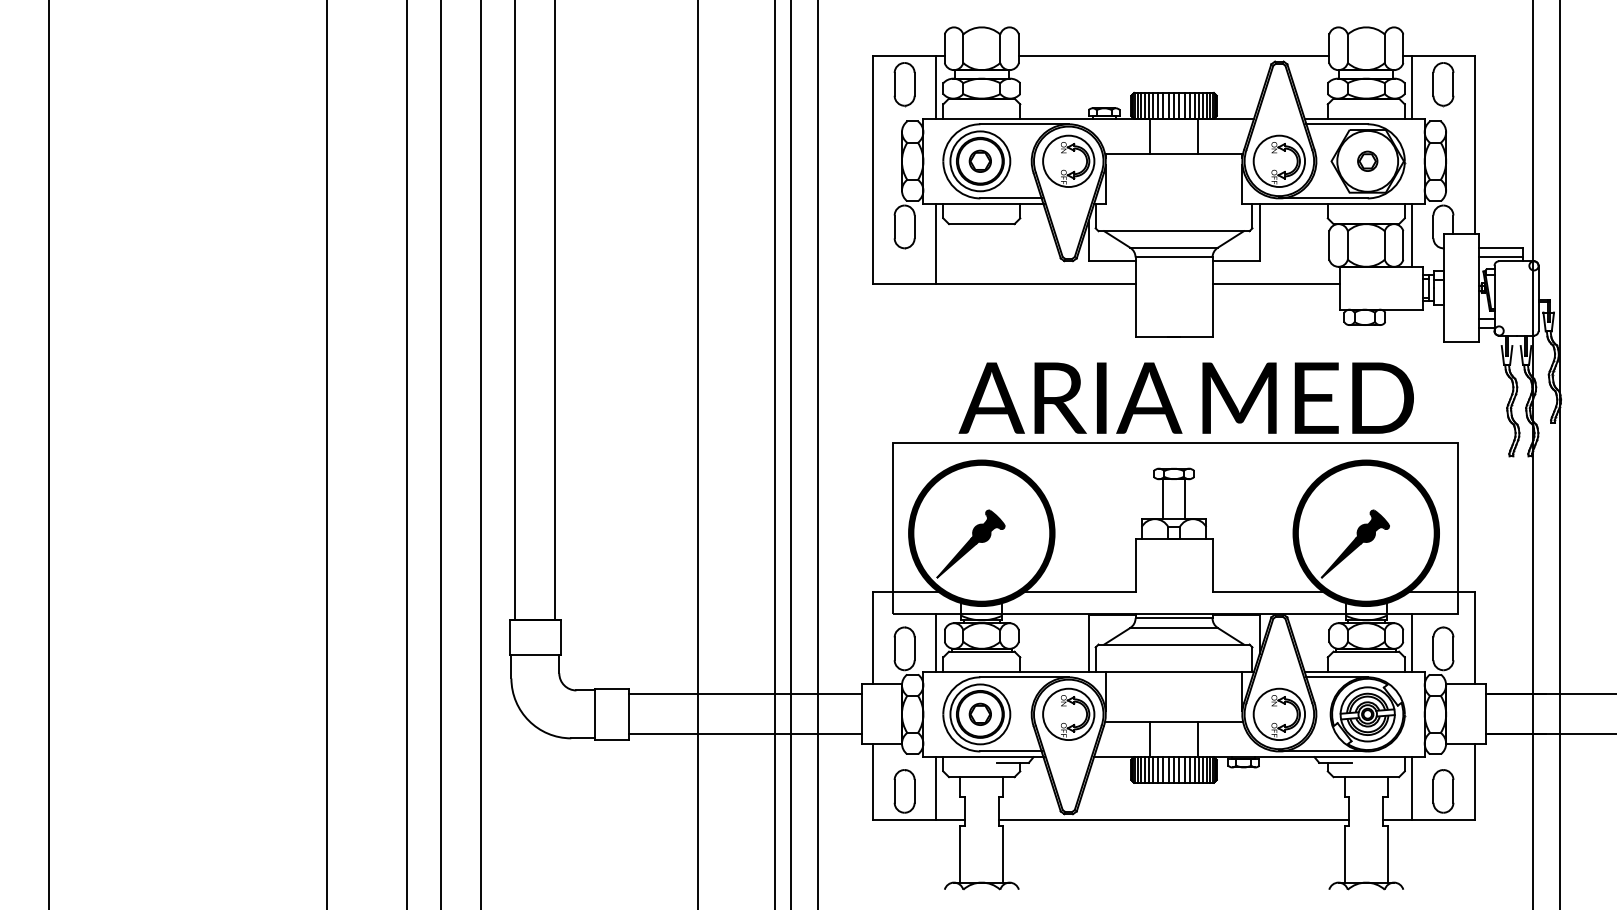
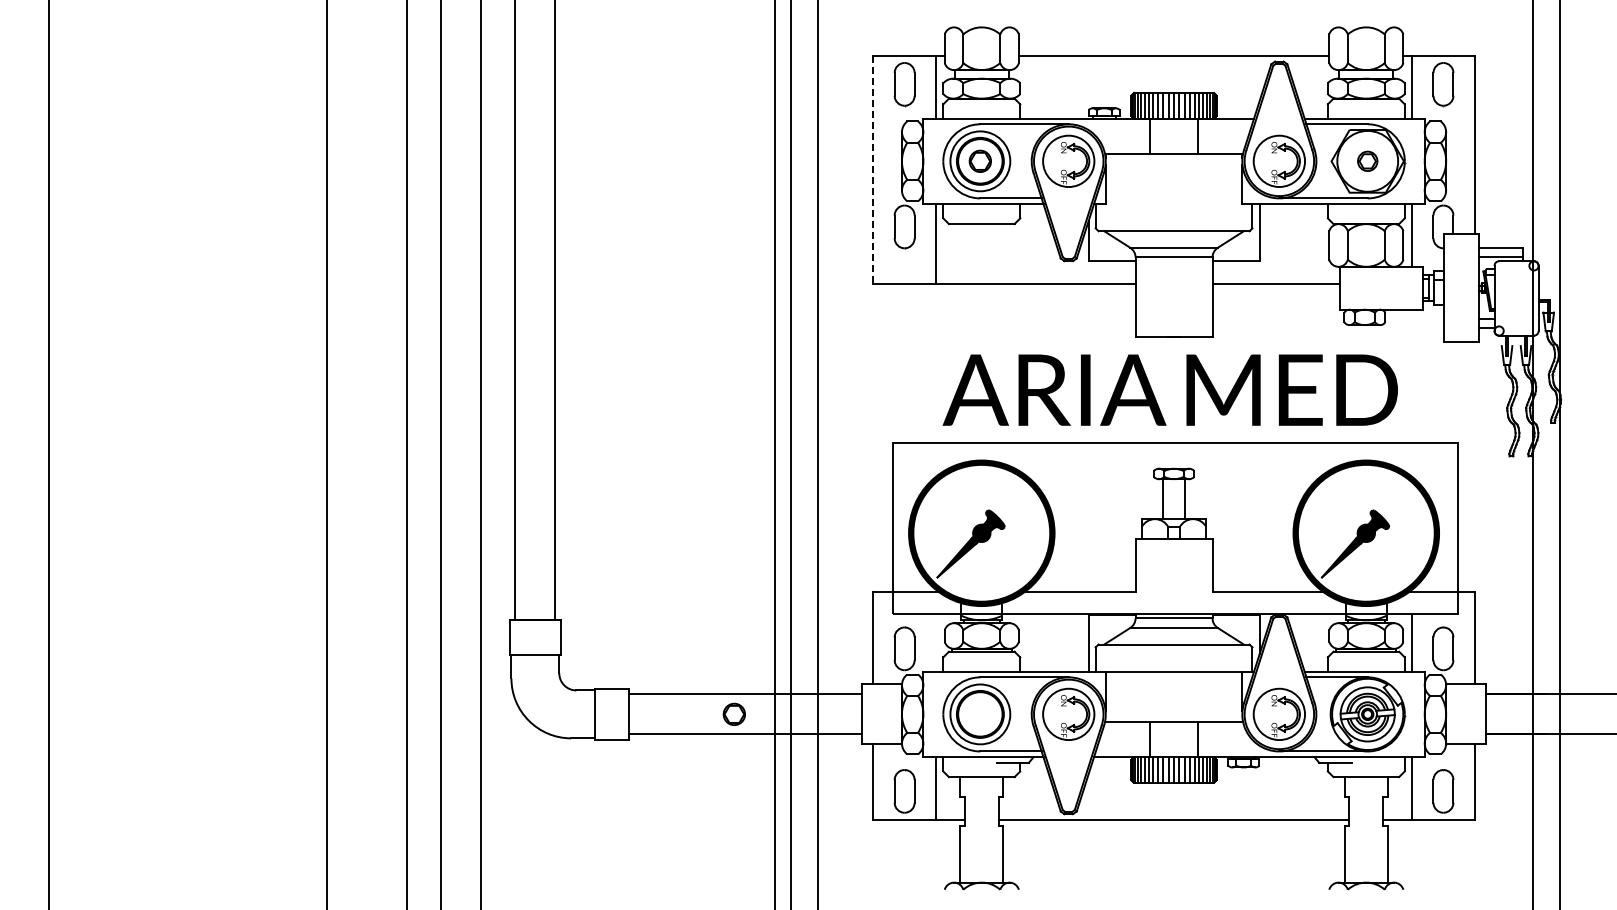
line at (873, 170): solid -> dashed
text at (1185, 397) position: (1185, 397) -> (1169, 389)
line at (697, 454): present -> none
line at (936, 642): present -> none
part at (979, 713) position: (979, 713) -> (733, 713)
